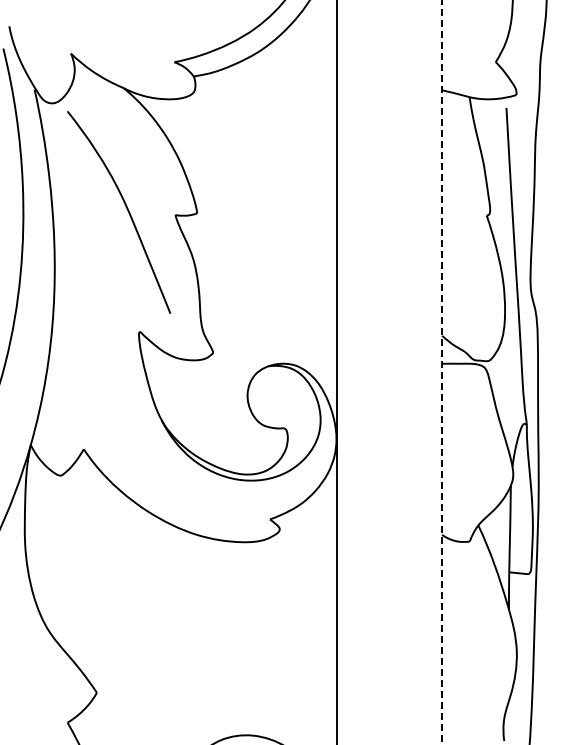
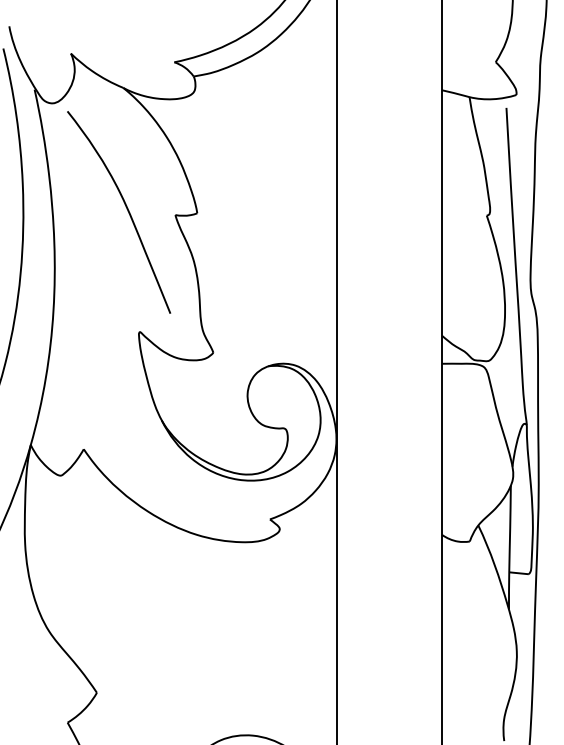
line at (442, 372): dashed -> solid
